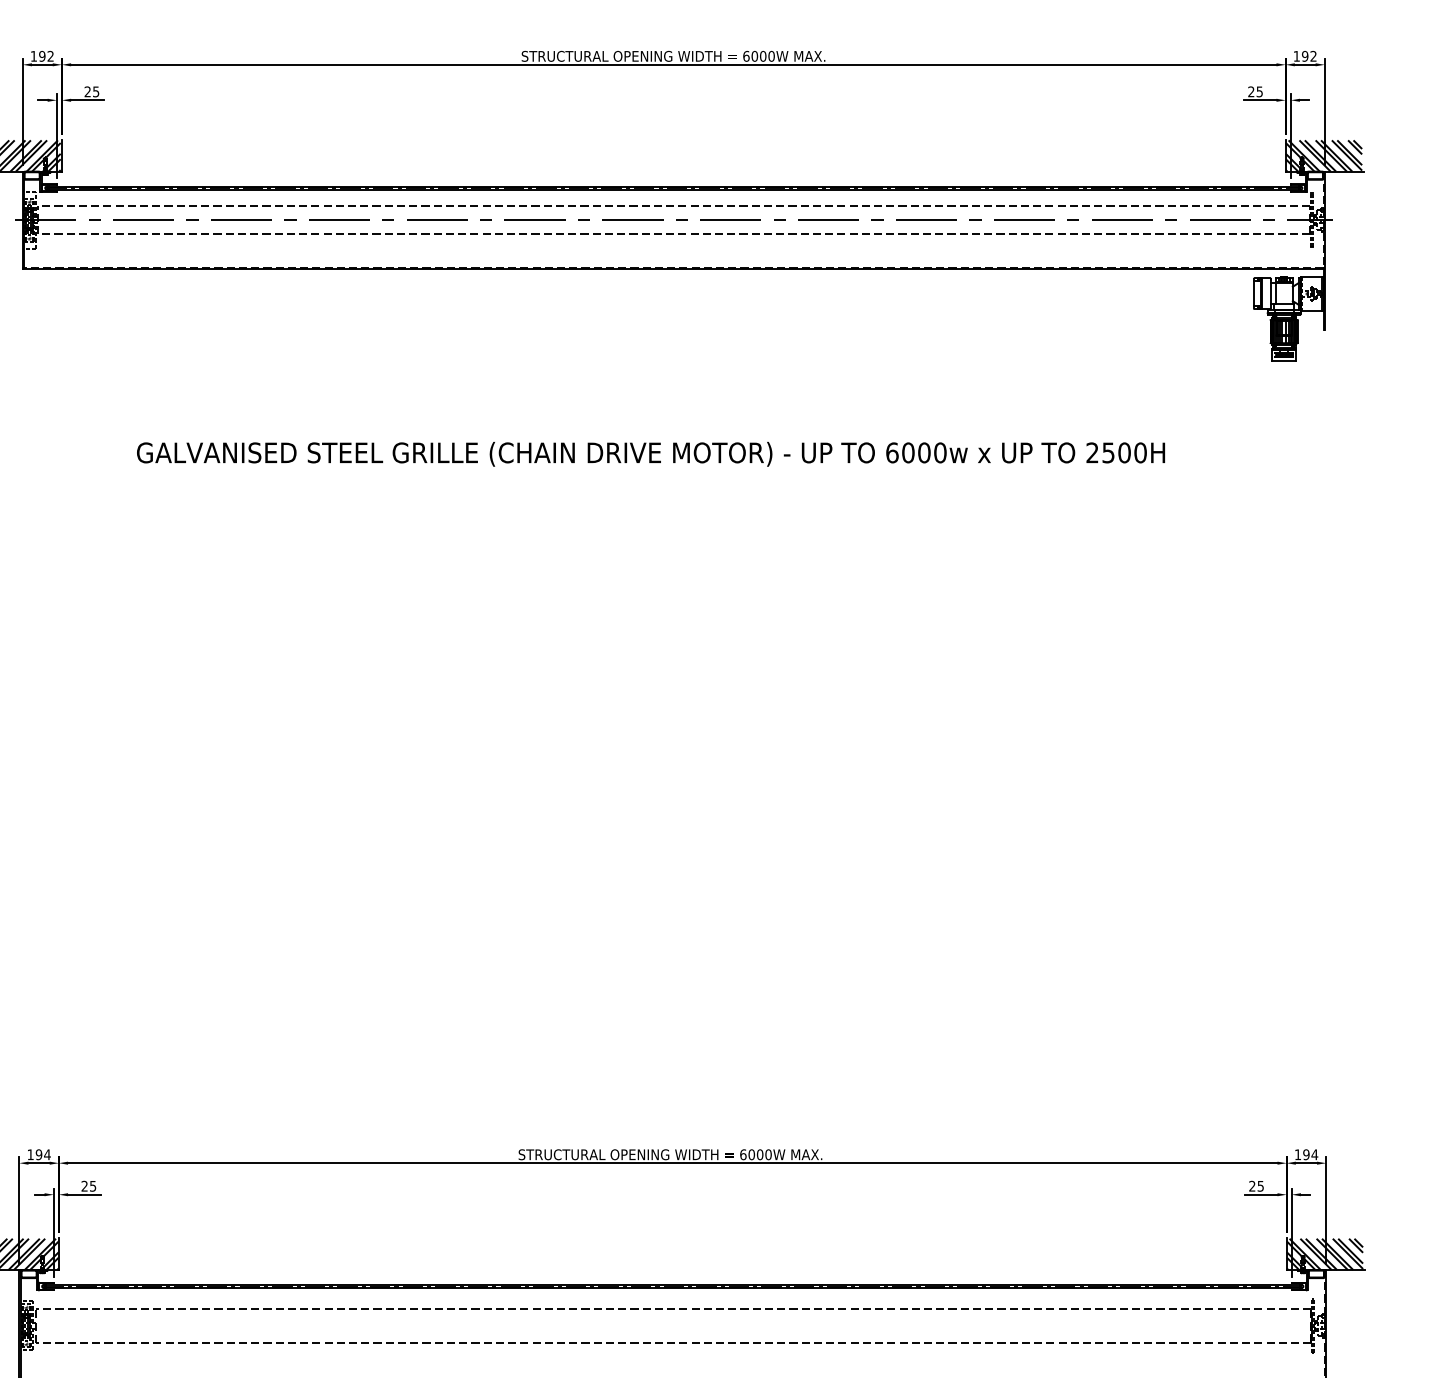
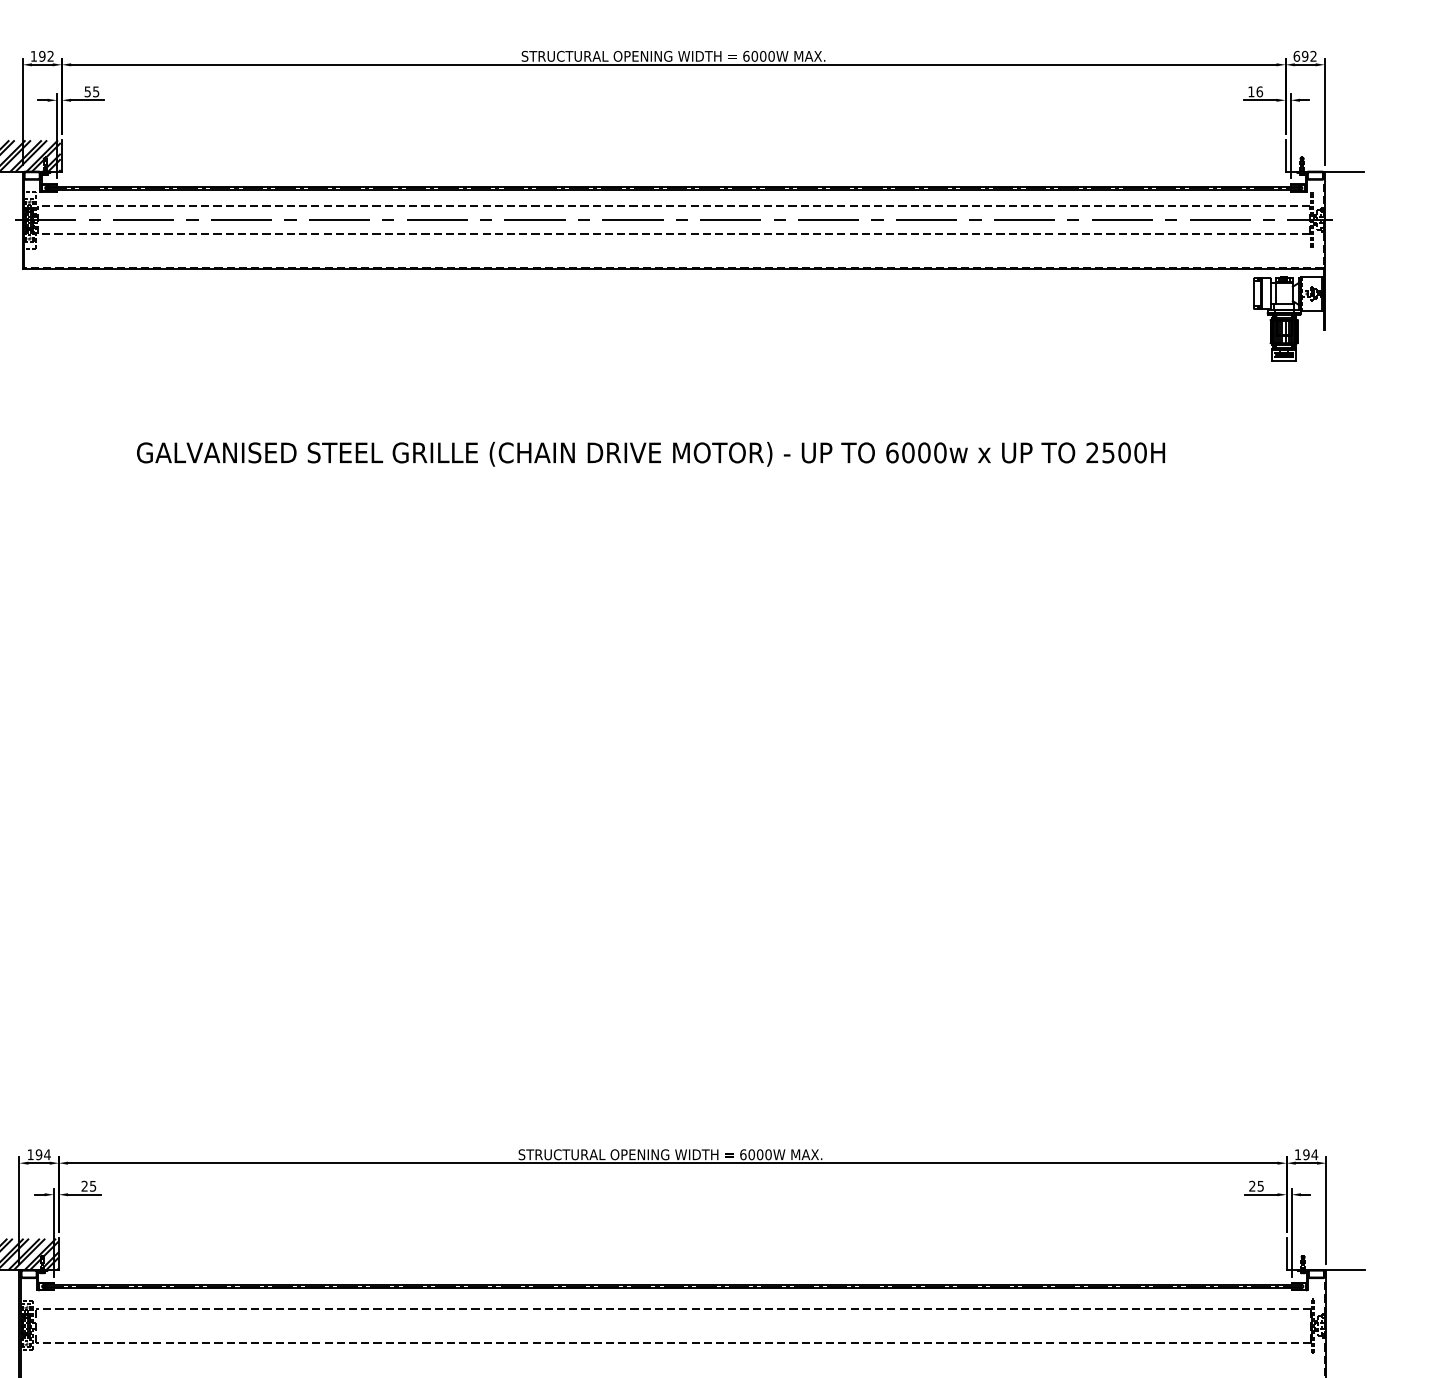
text at (1296, 55): 192 -> 692
text at (87, 91): 25 -> 55
text at (1255, 91): 25 -> 16
hatch at (1323, 155): present -> none
hatch at (1324, 1254): present -> none
